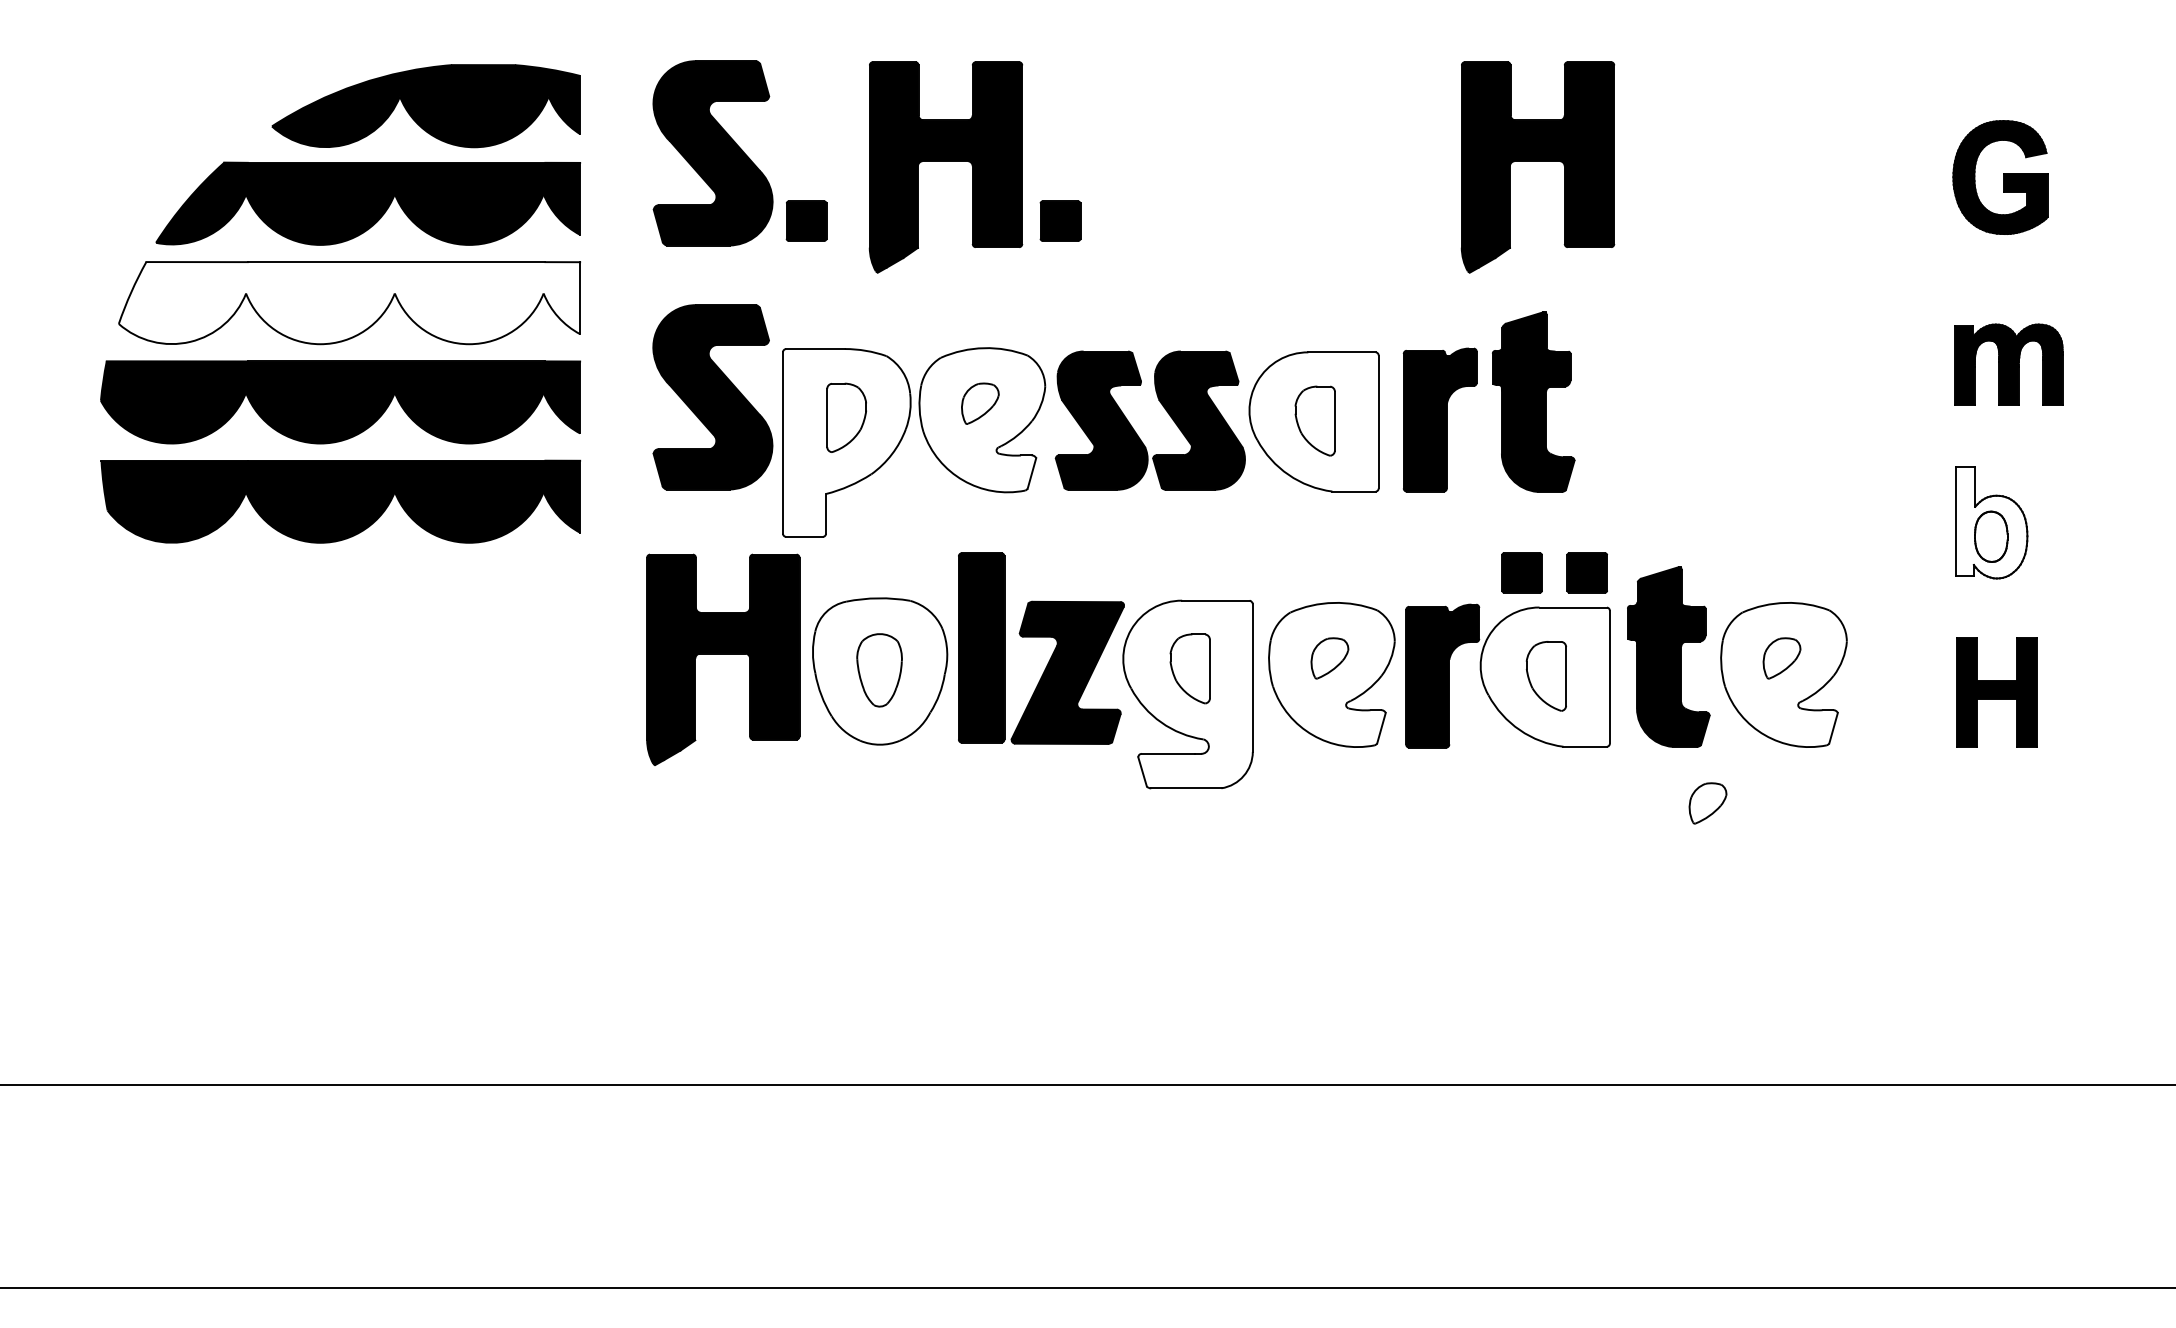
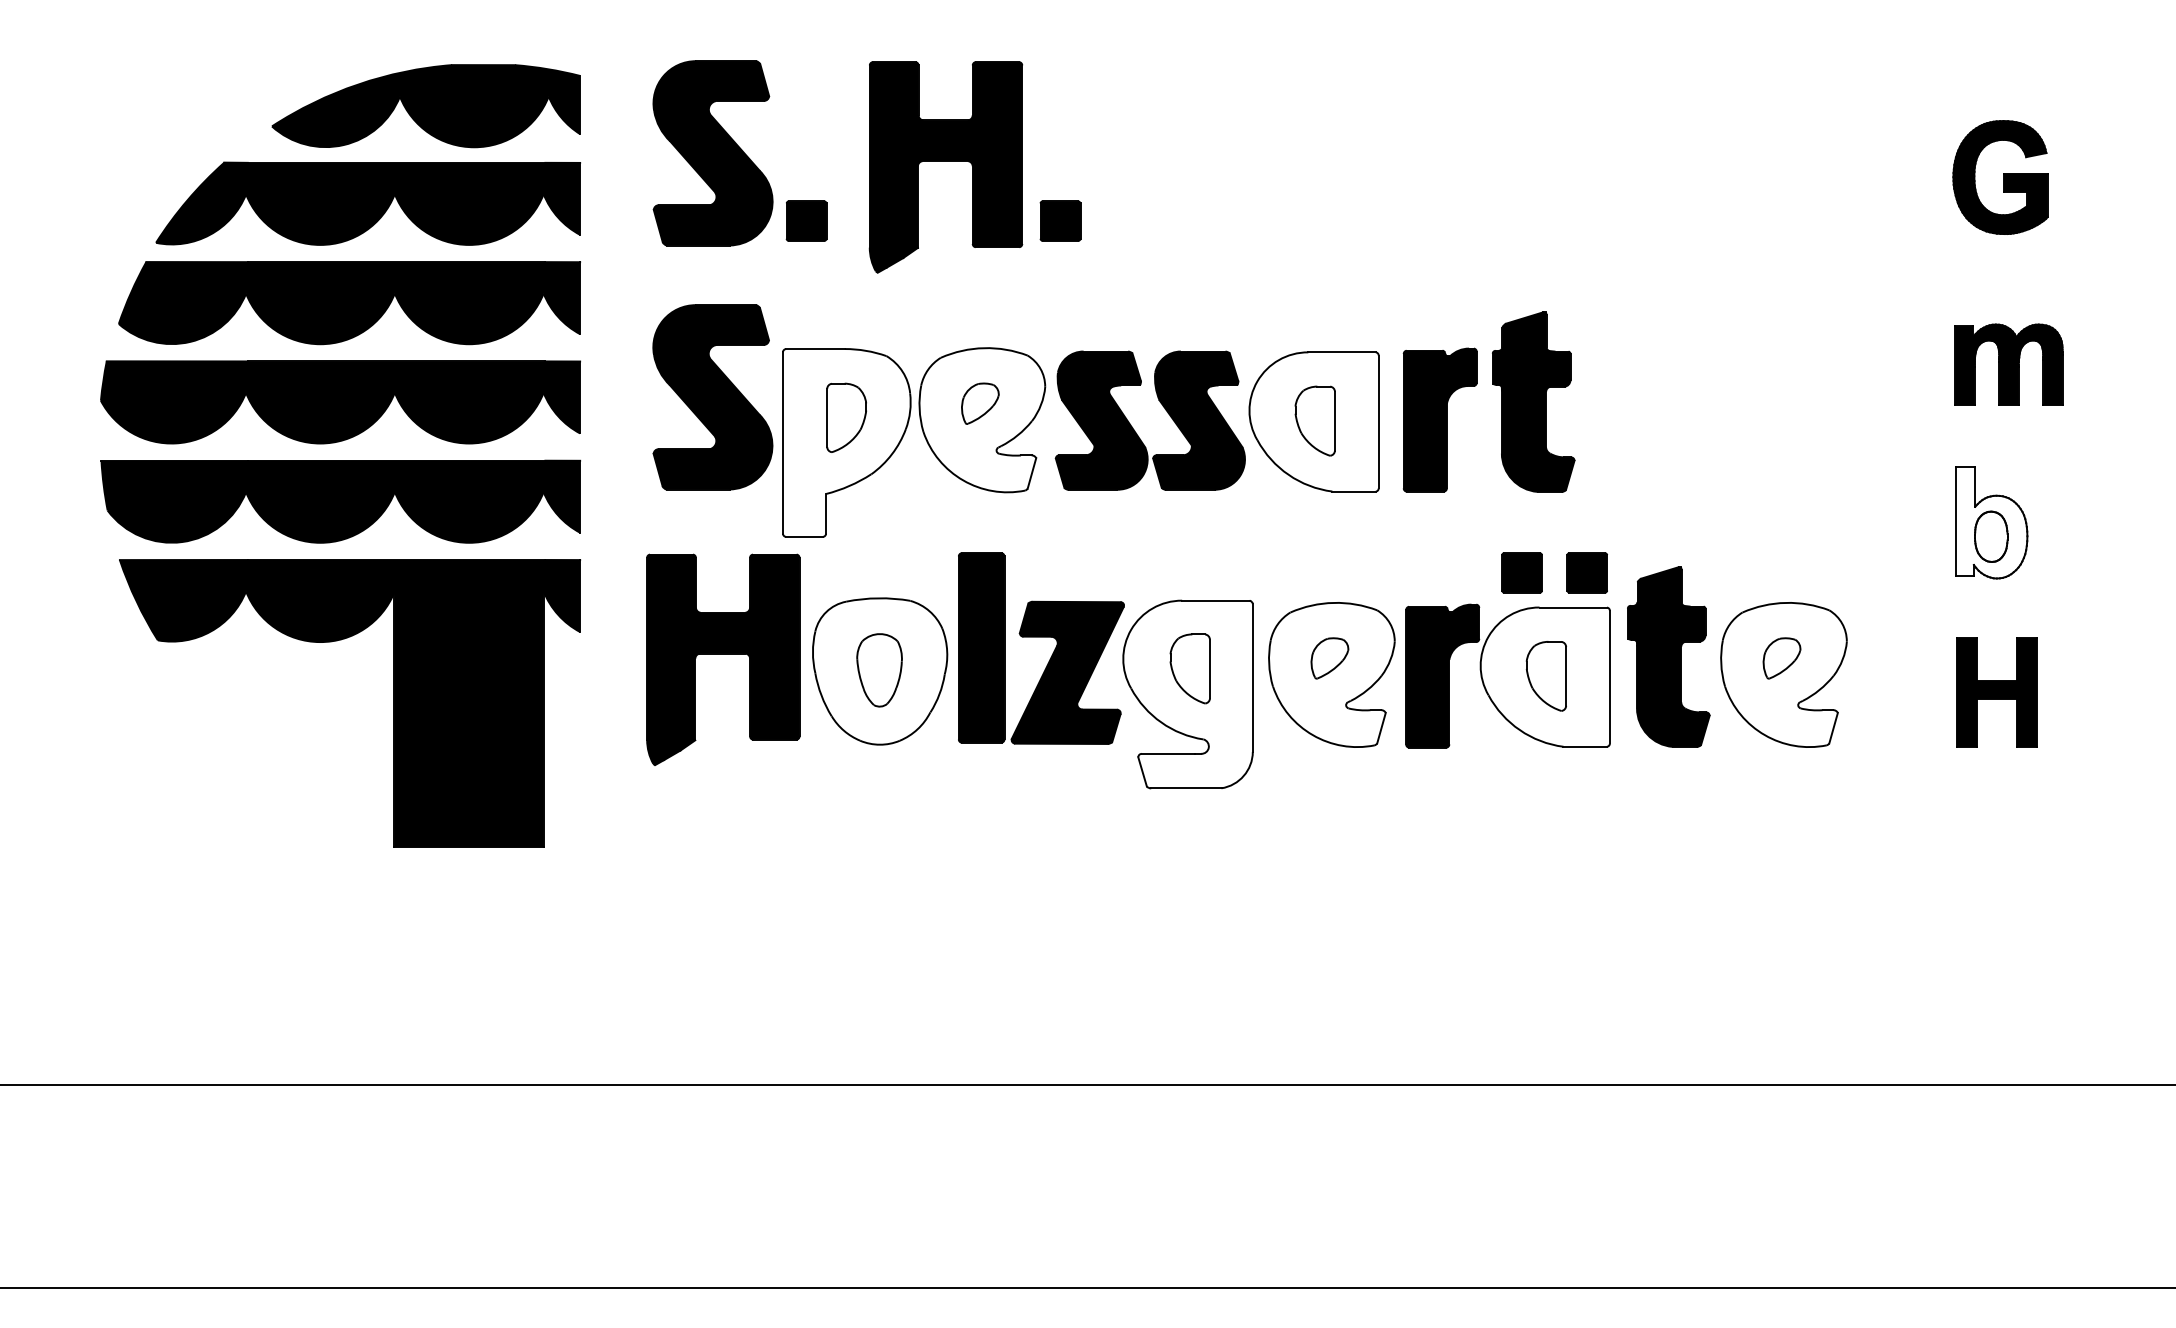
part at (1537, 167): present -> none
fill at (349, 303): none -> present
part at (393, 703): none -> present
part at (1707, 803): present -> none
